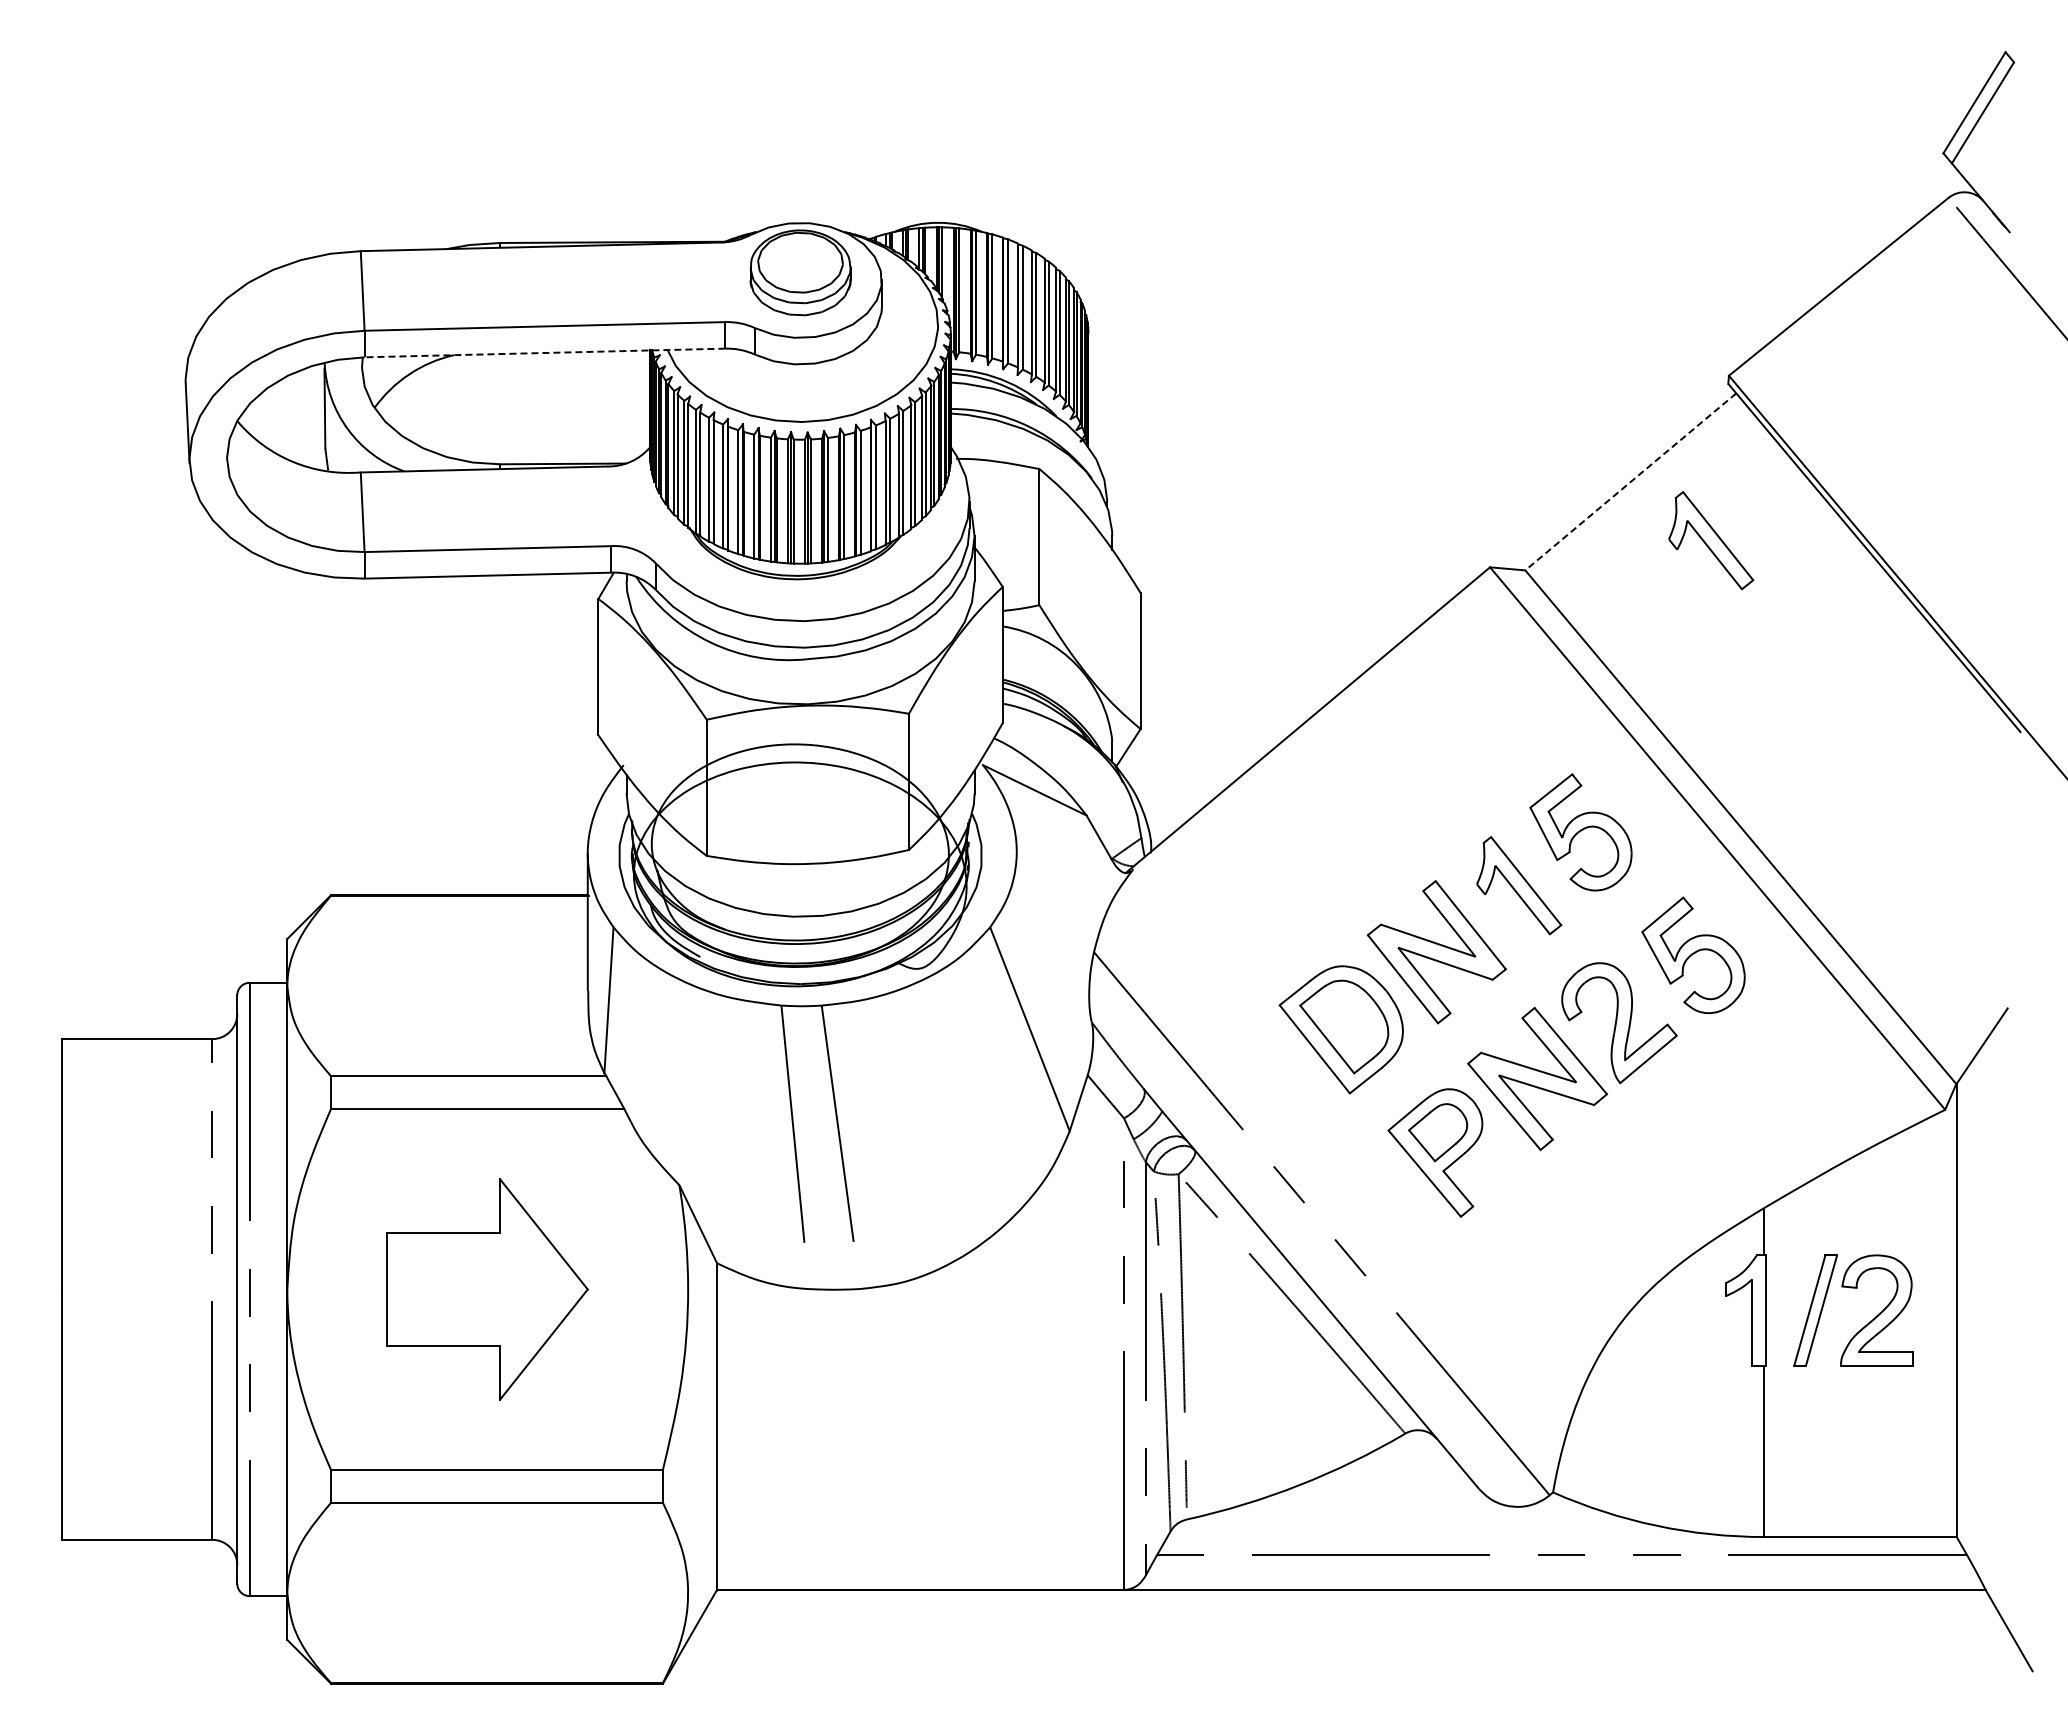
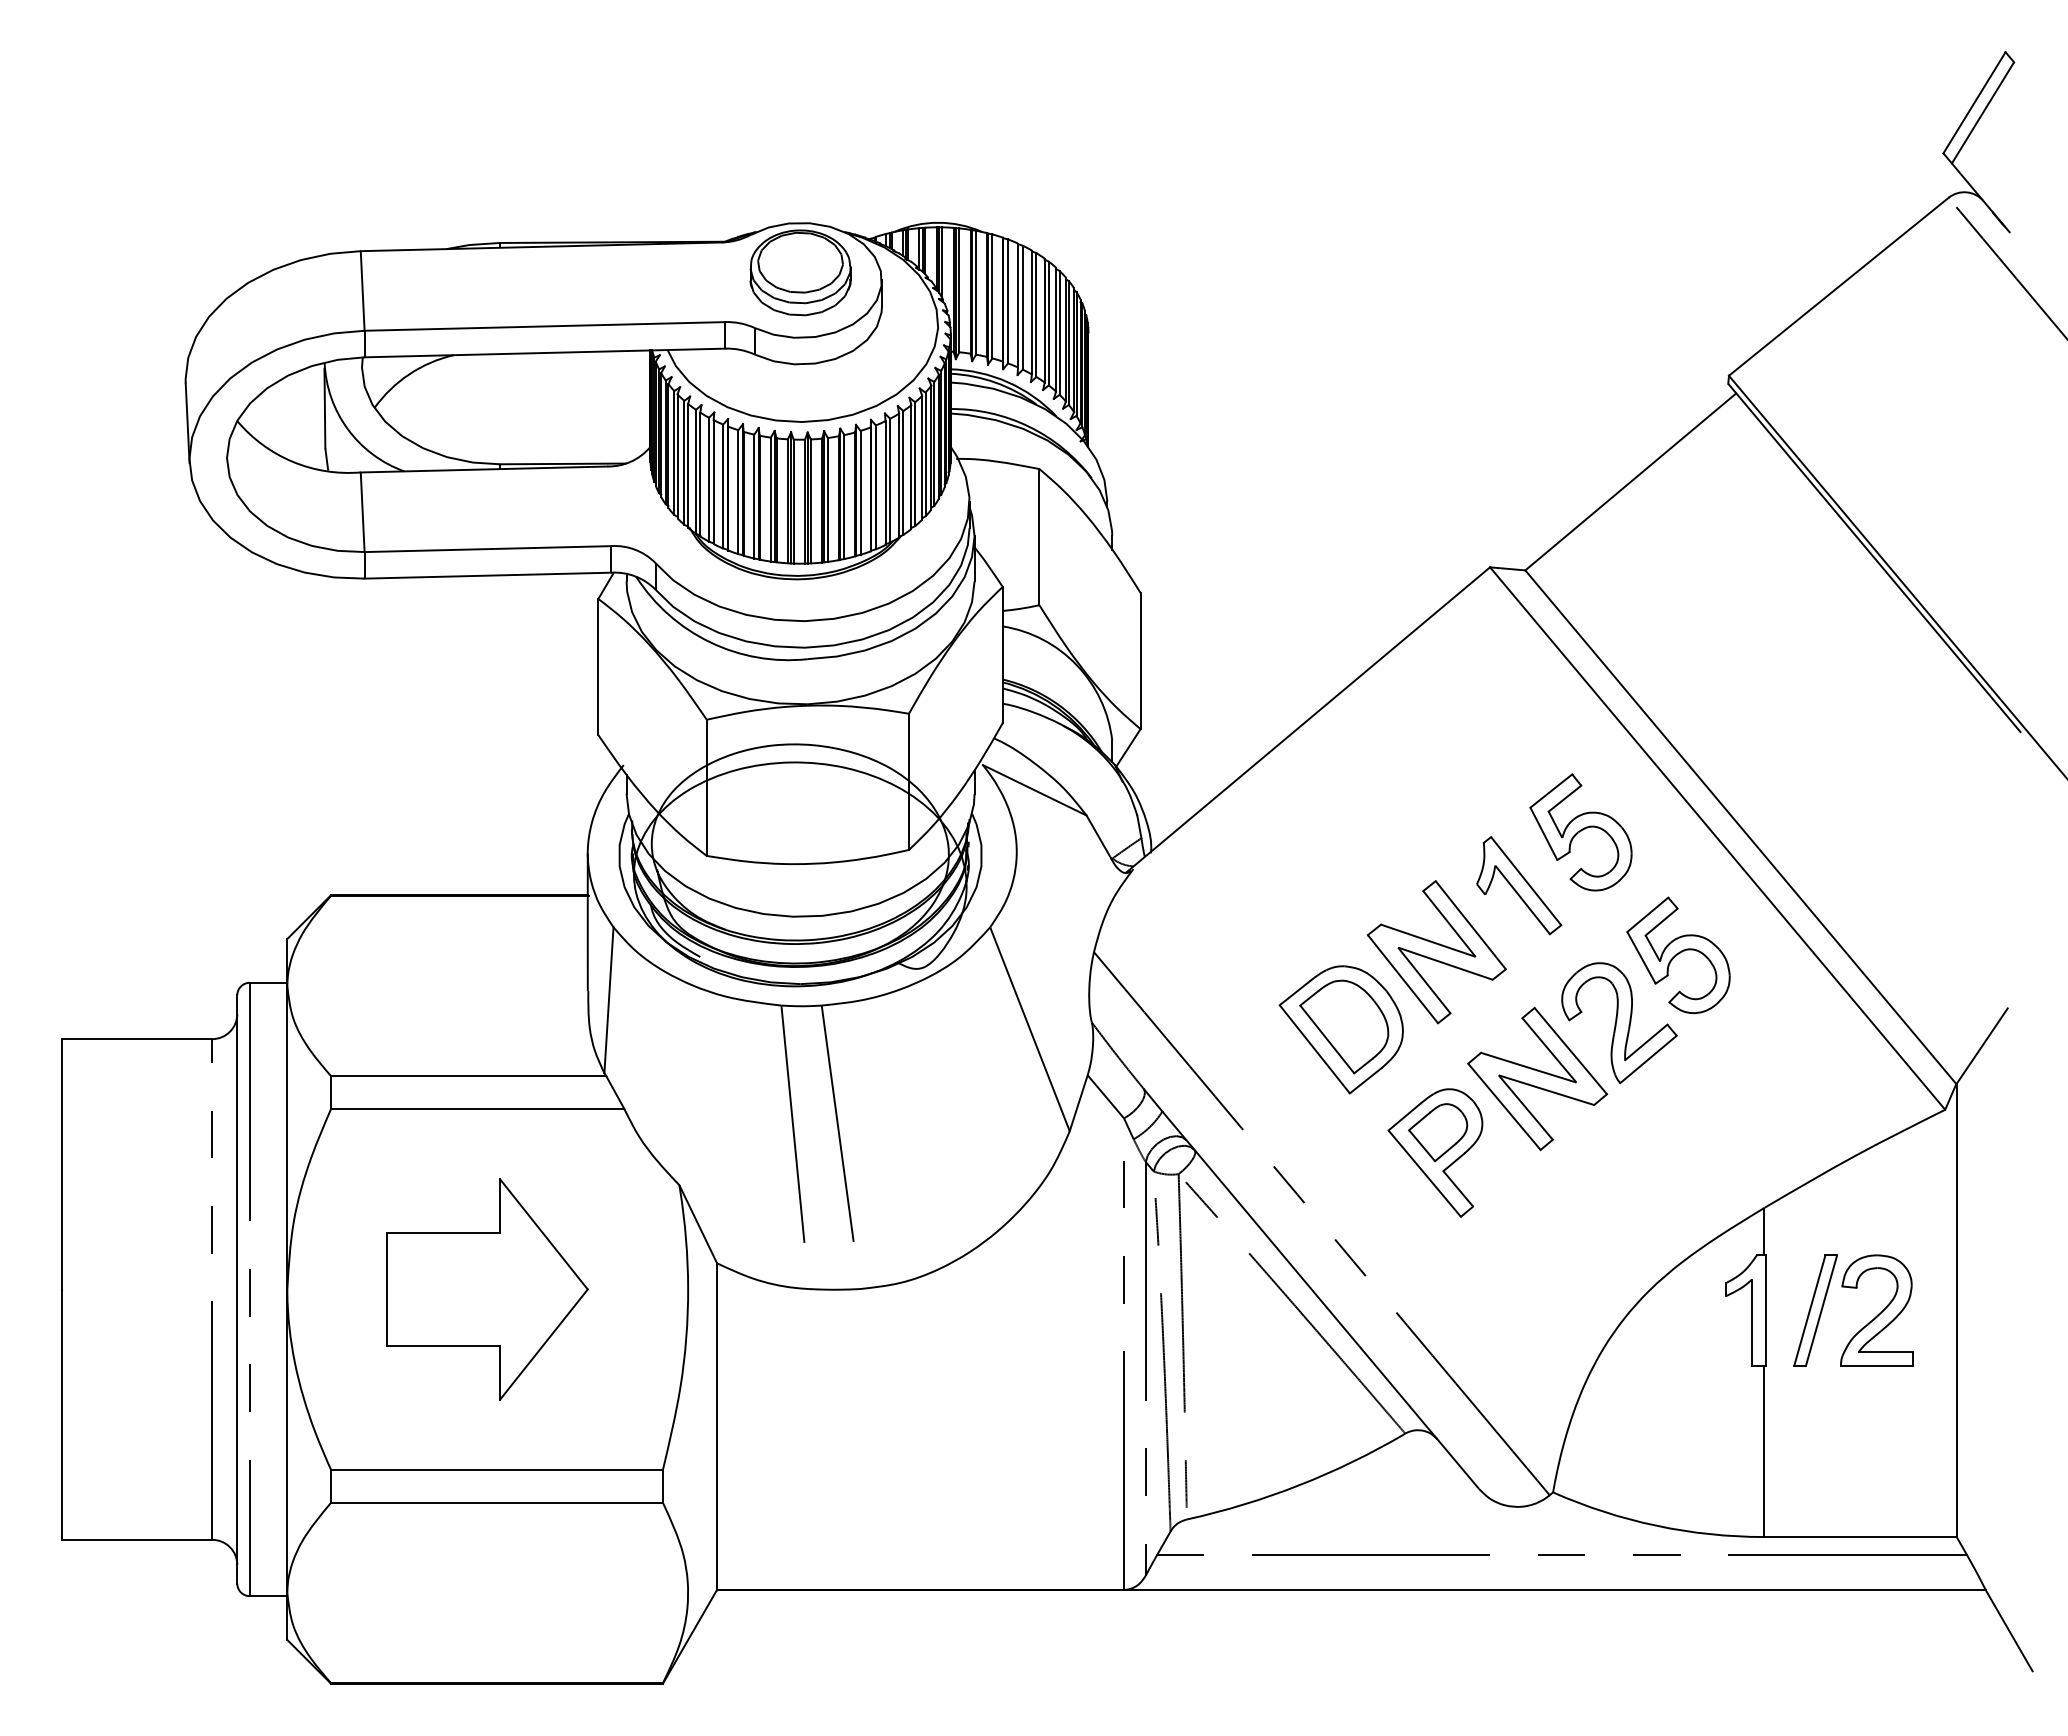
line at (544, 353): dashed -> solid
line at (1630, 481): dashed -> solid
part at (1711, 540): present -> none
part at (1693, 954) position: (1693, 954) -> (1678, 954)
